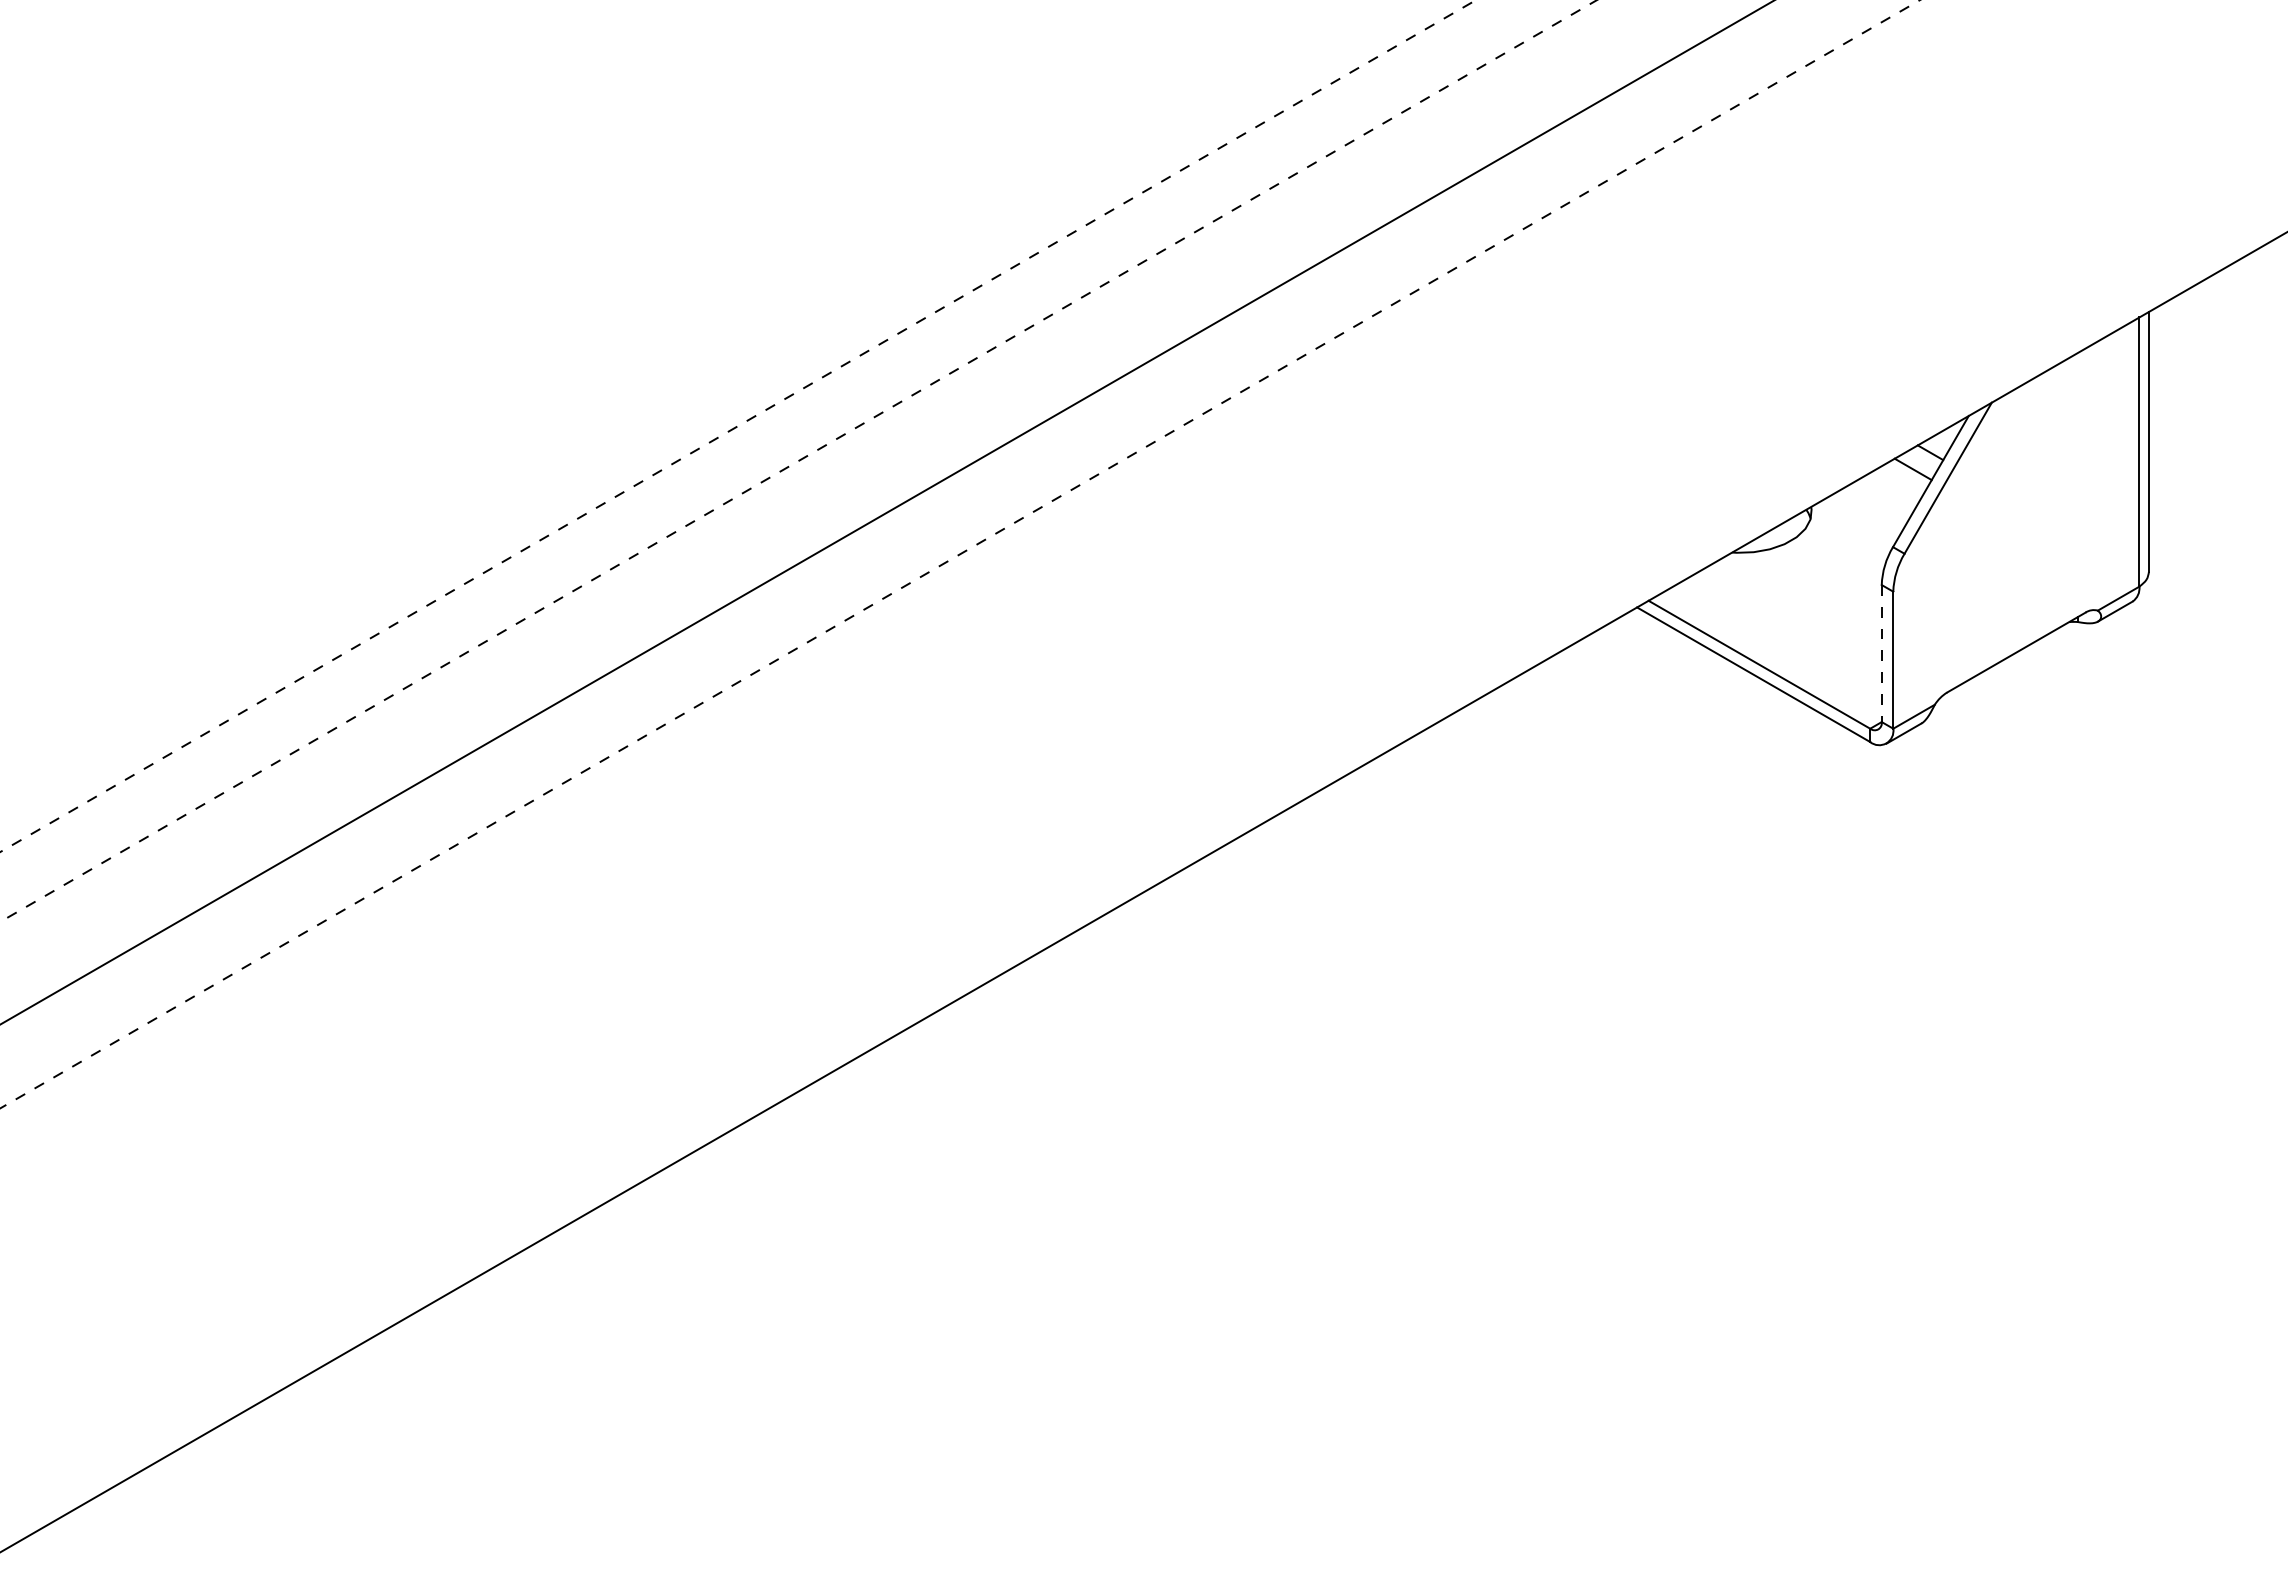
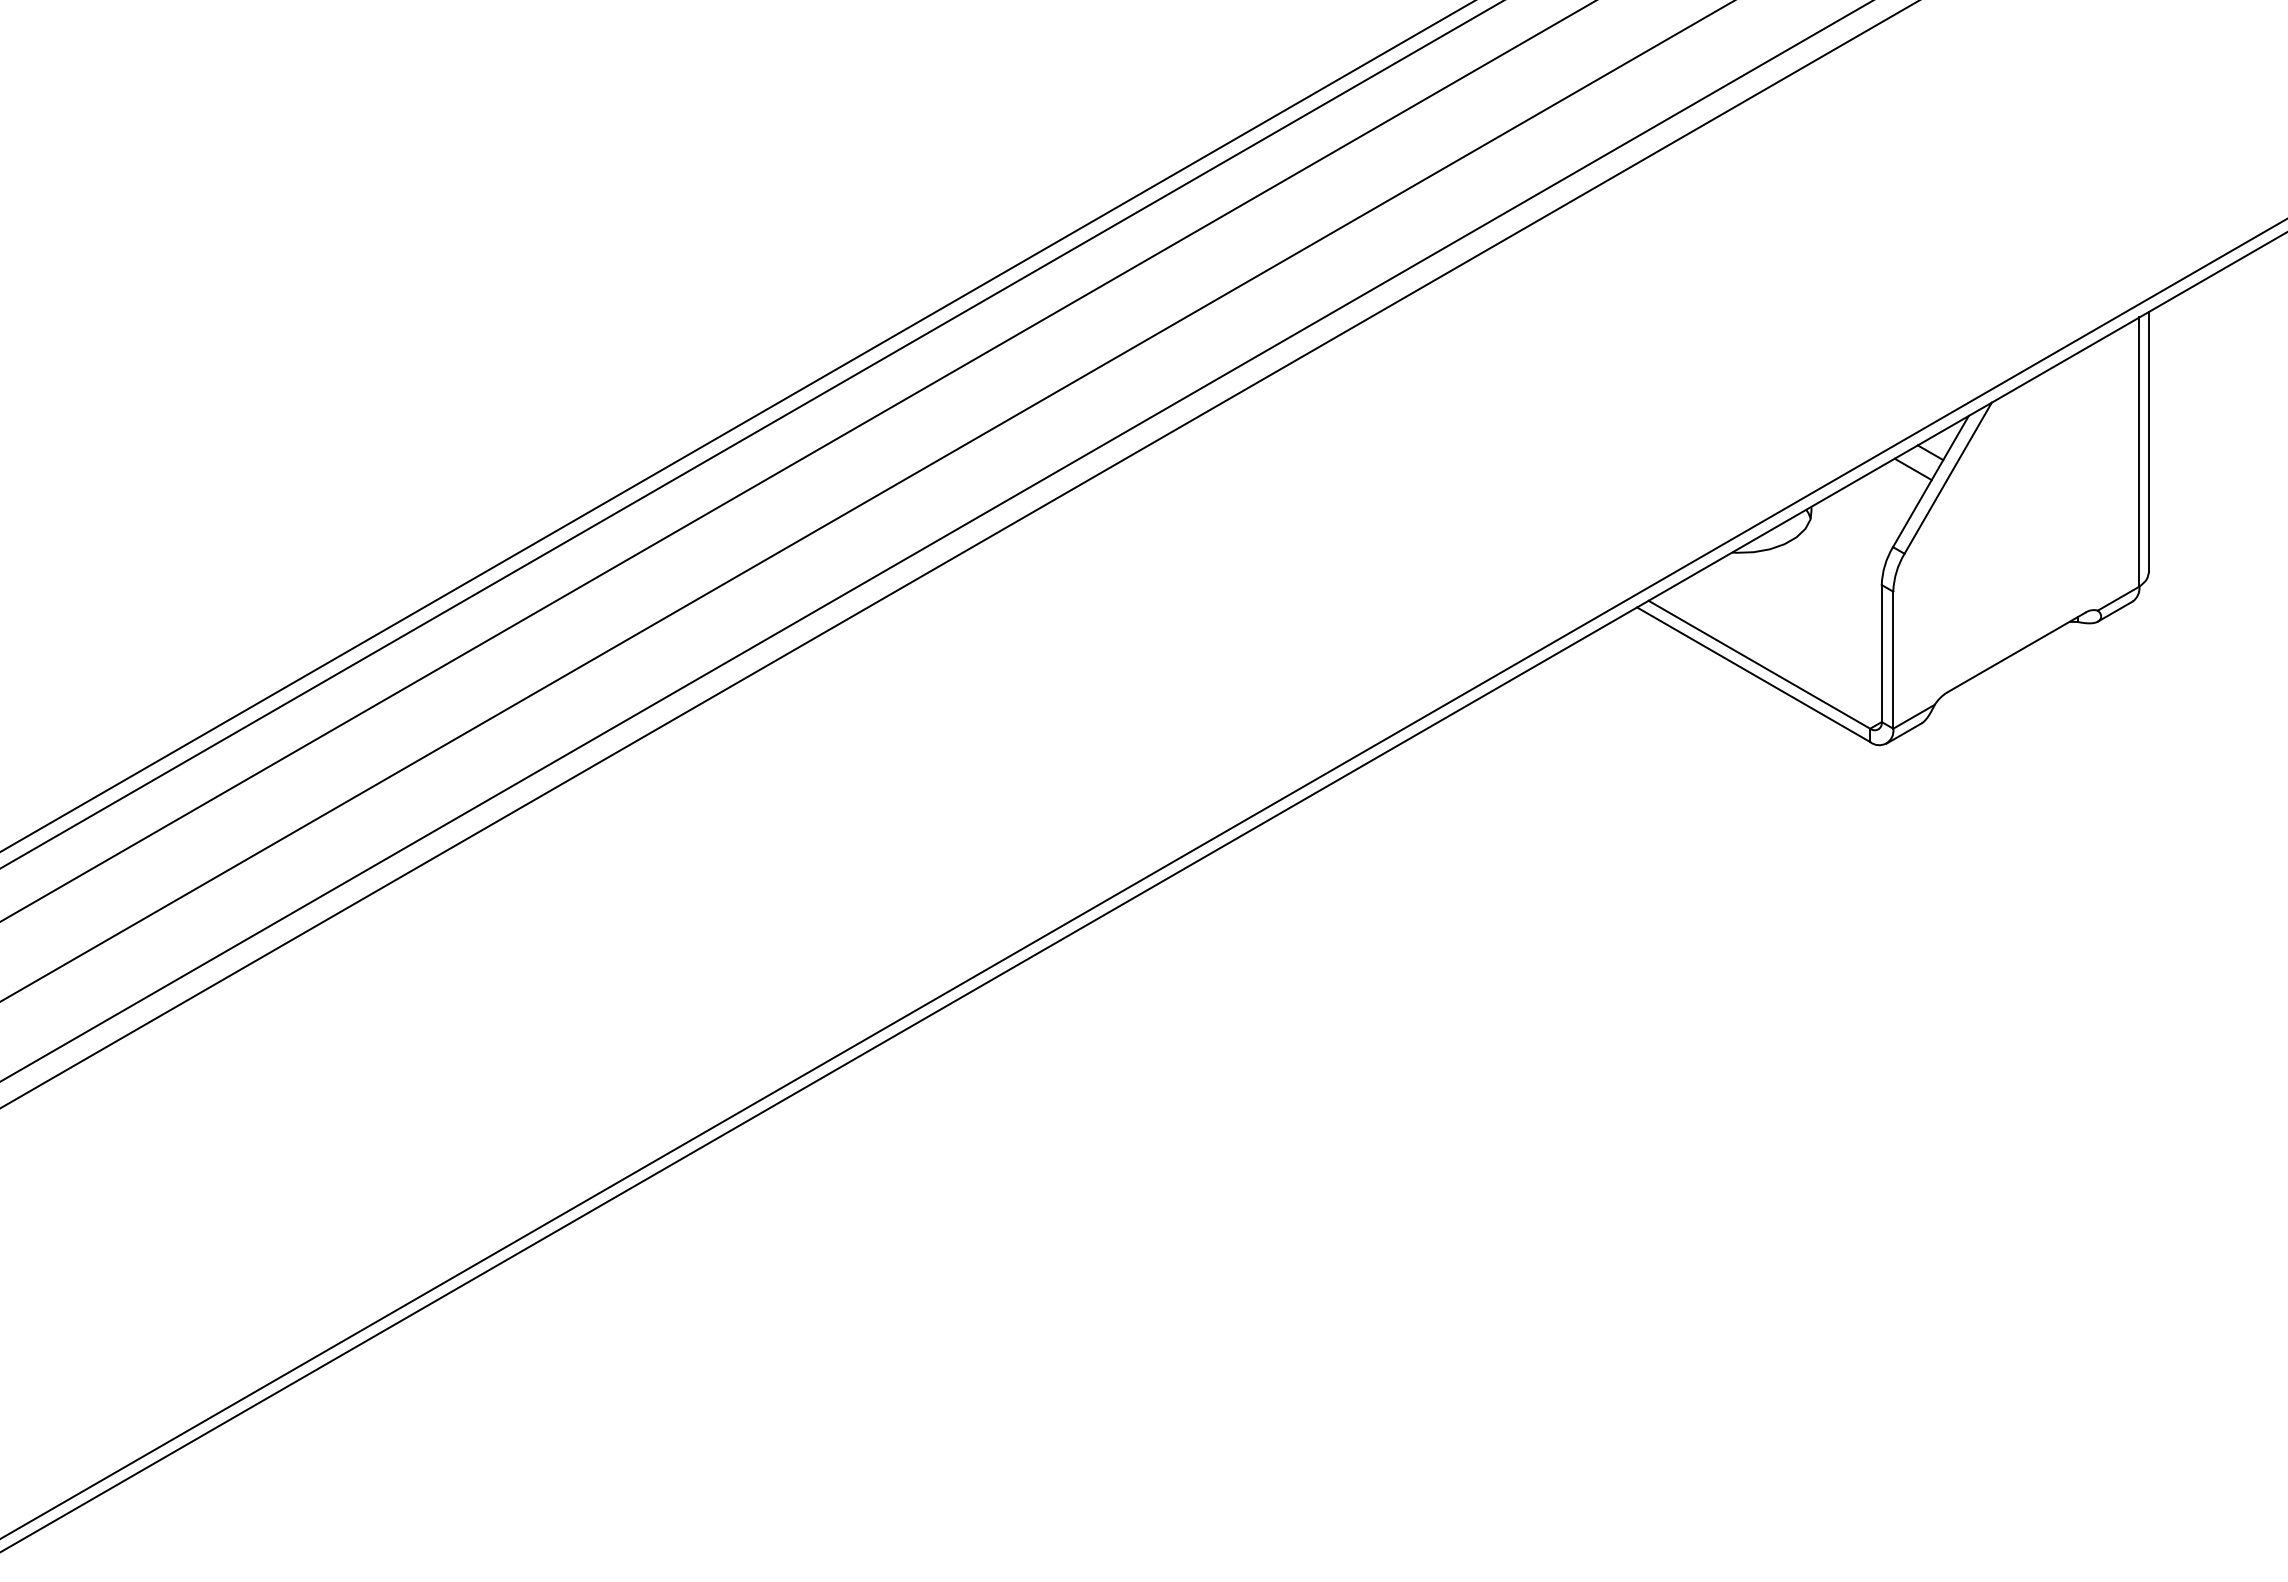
line at (738, 426): dashed -> solid
line at (751, 434): none -> present
line at (798, 461): dashed -> solid
line at (886, 512) position: (886, 512) -> (867, 501)
line at (936, 541): none -> present
line at (960, 554): dashed -> solid
line at (1881, 653): dashed -> solid
line at (1143, 878): none -> present
